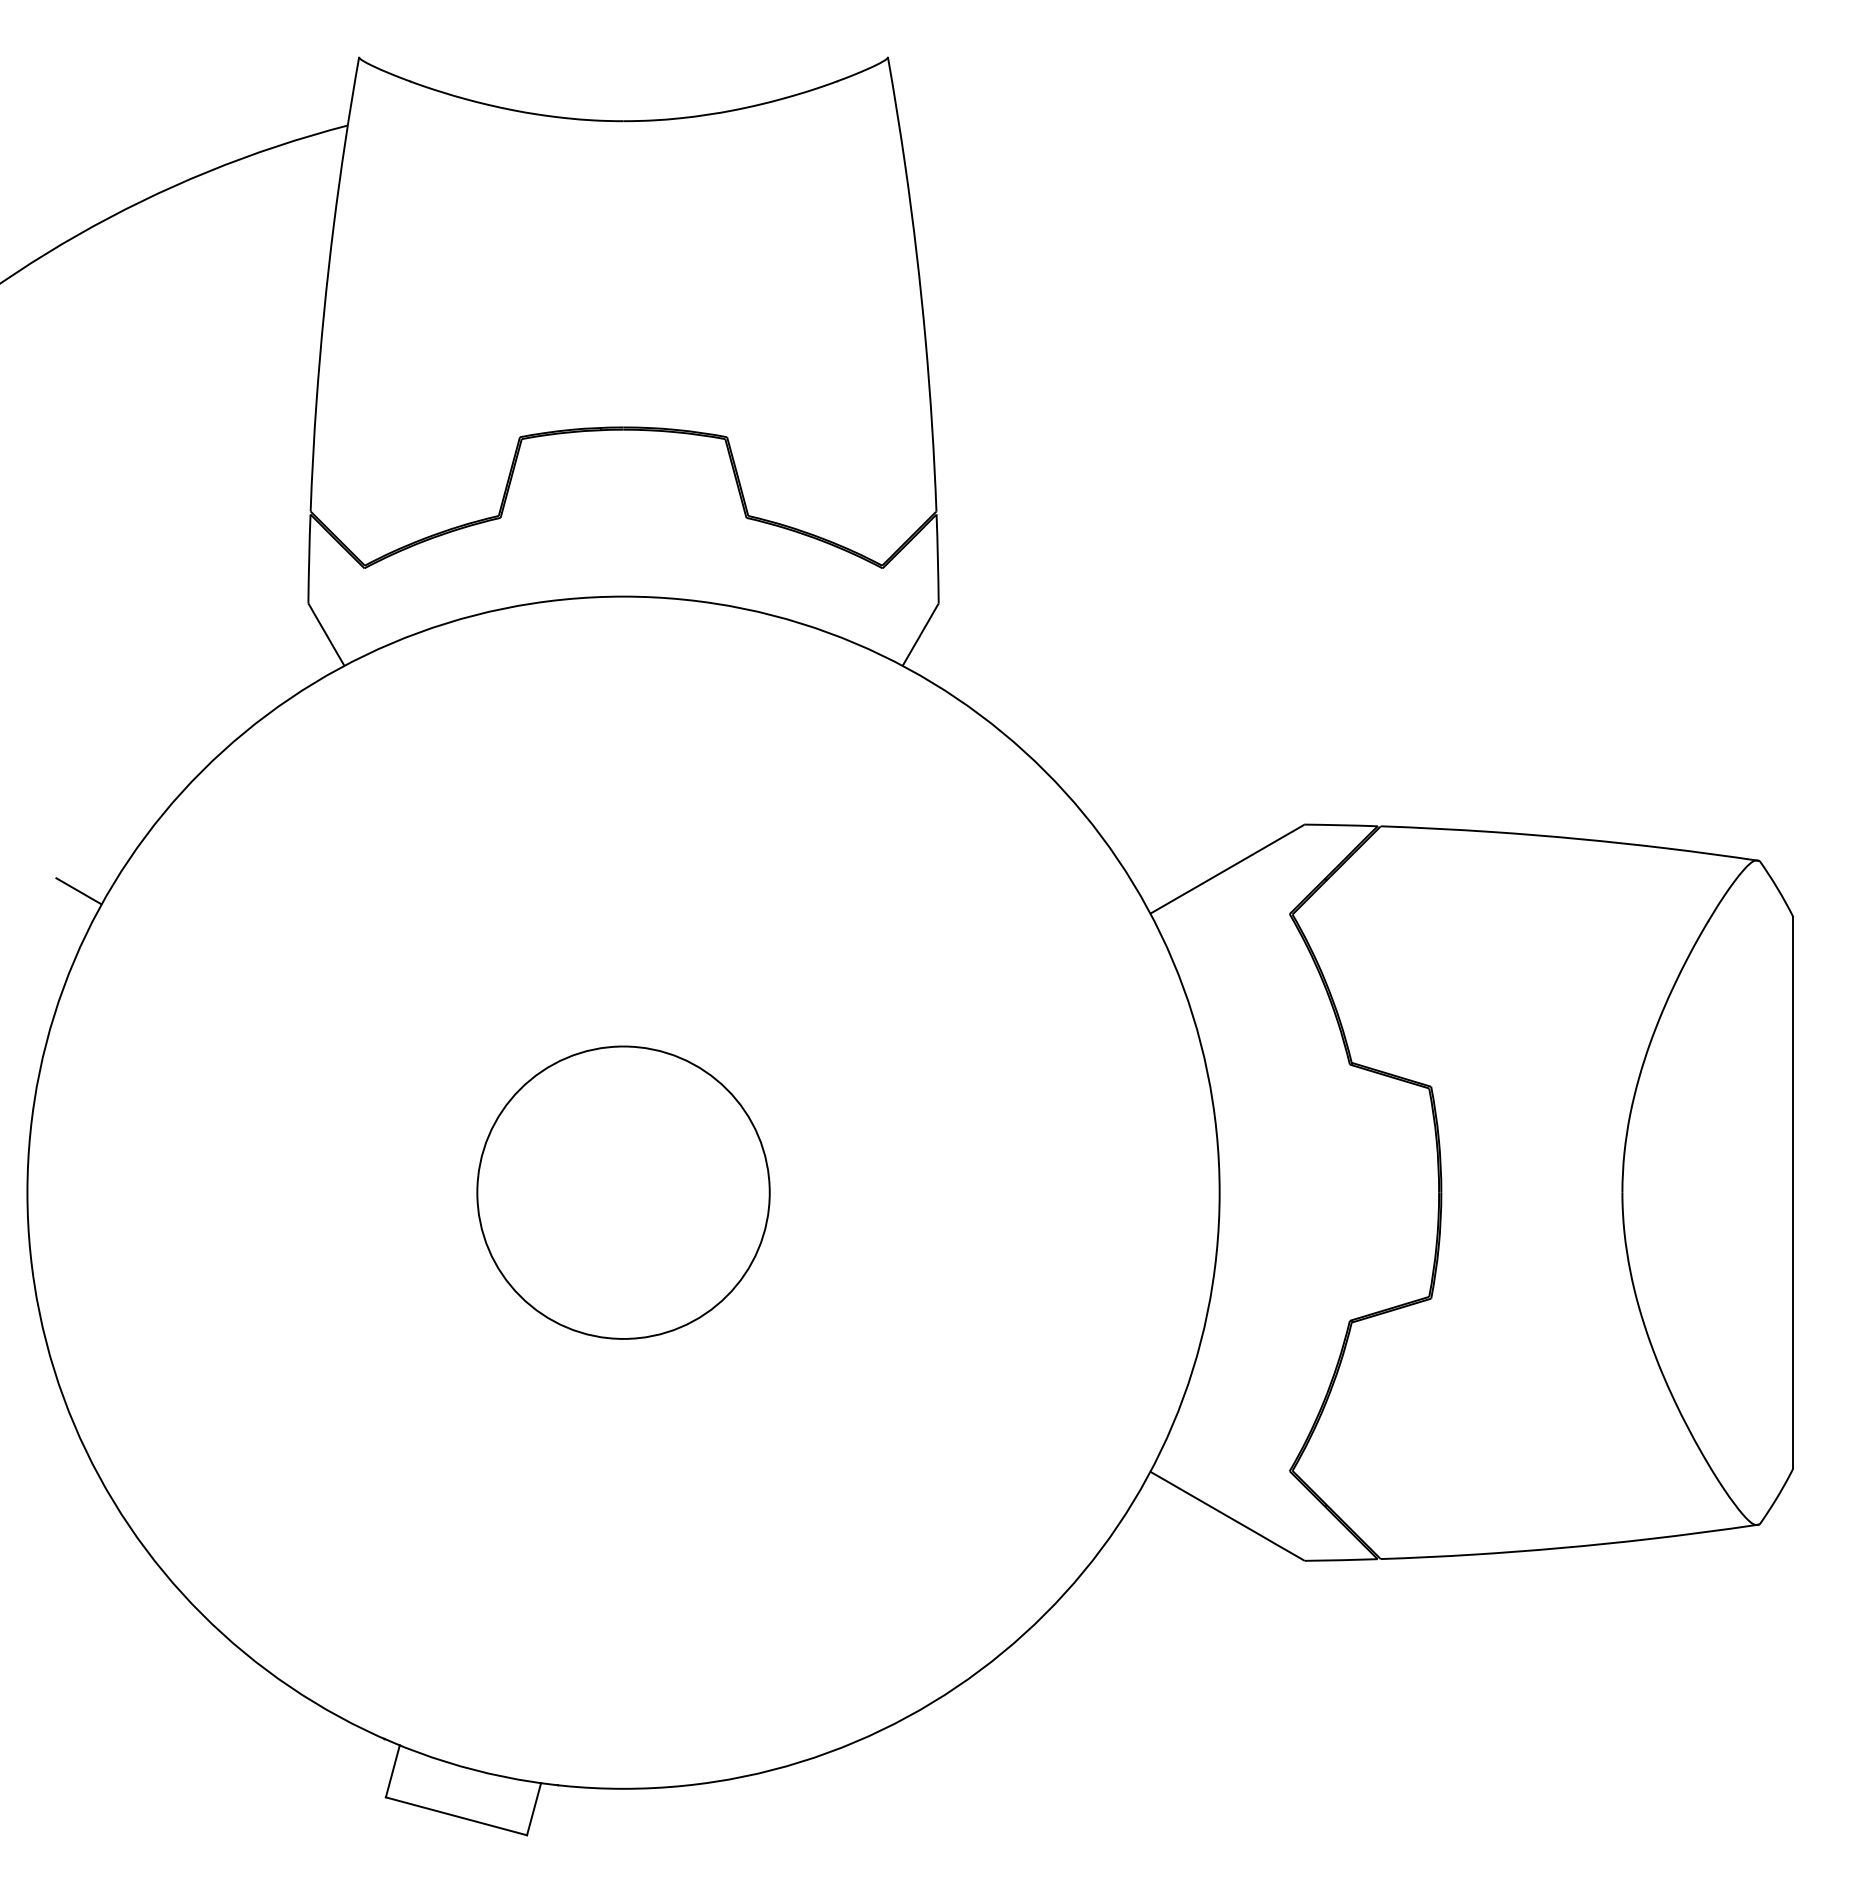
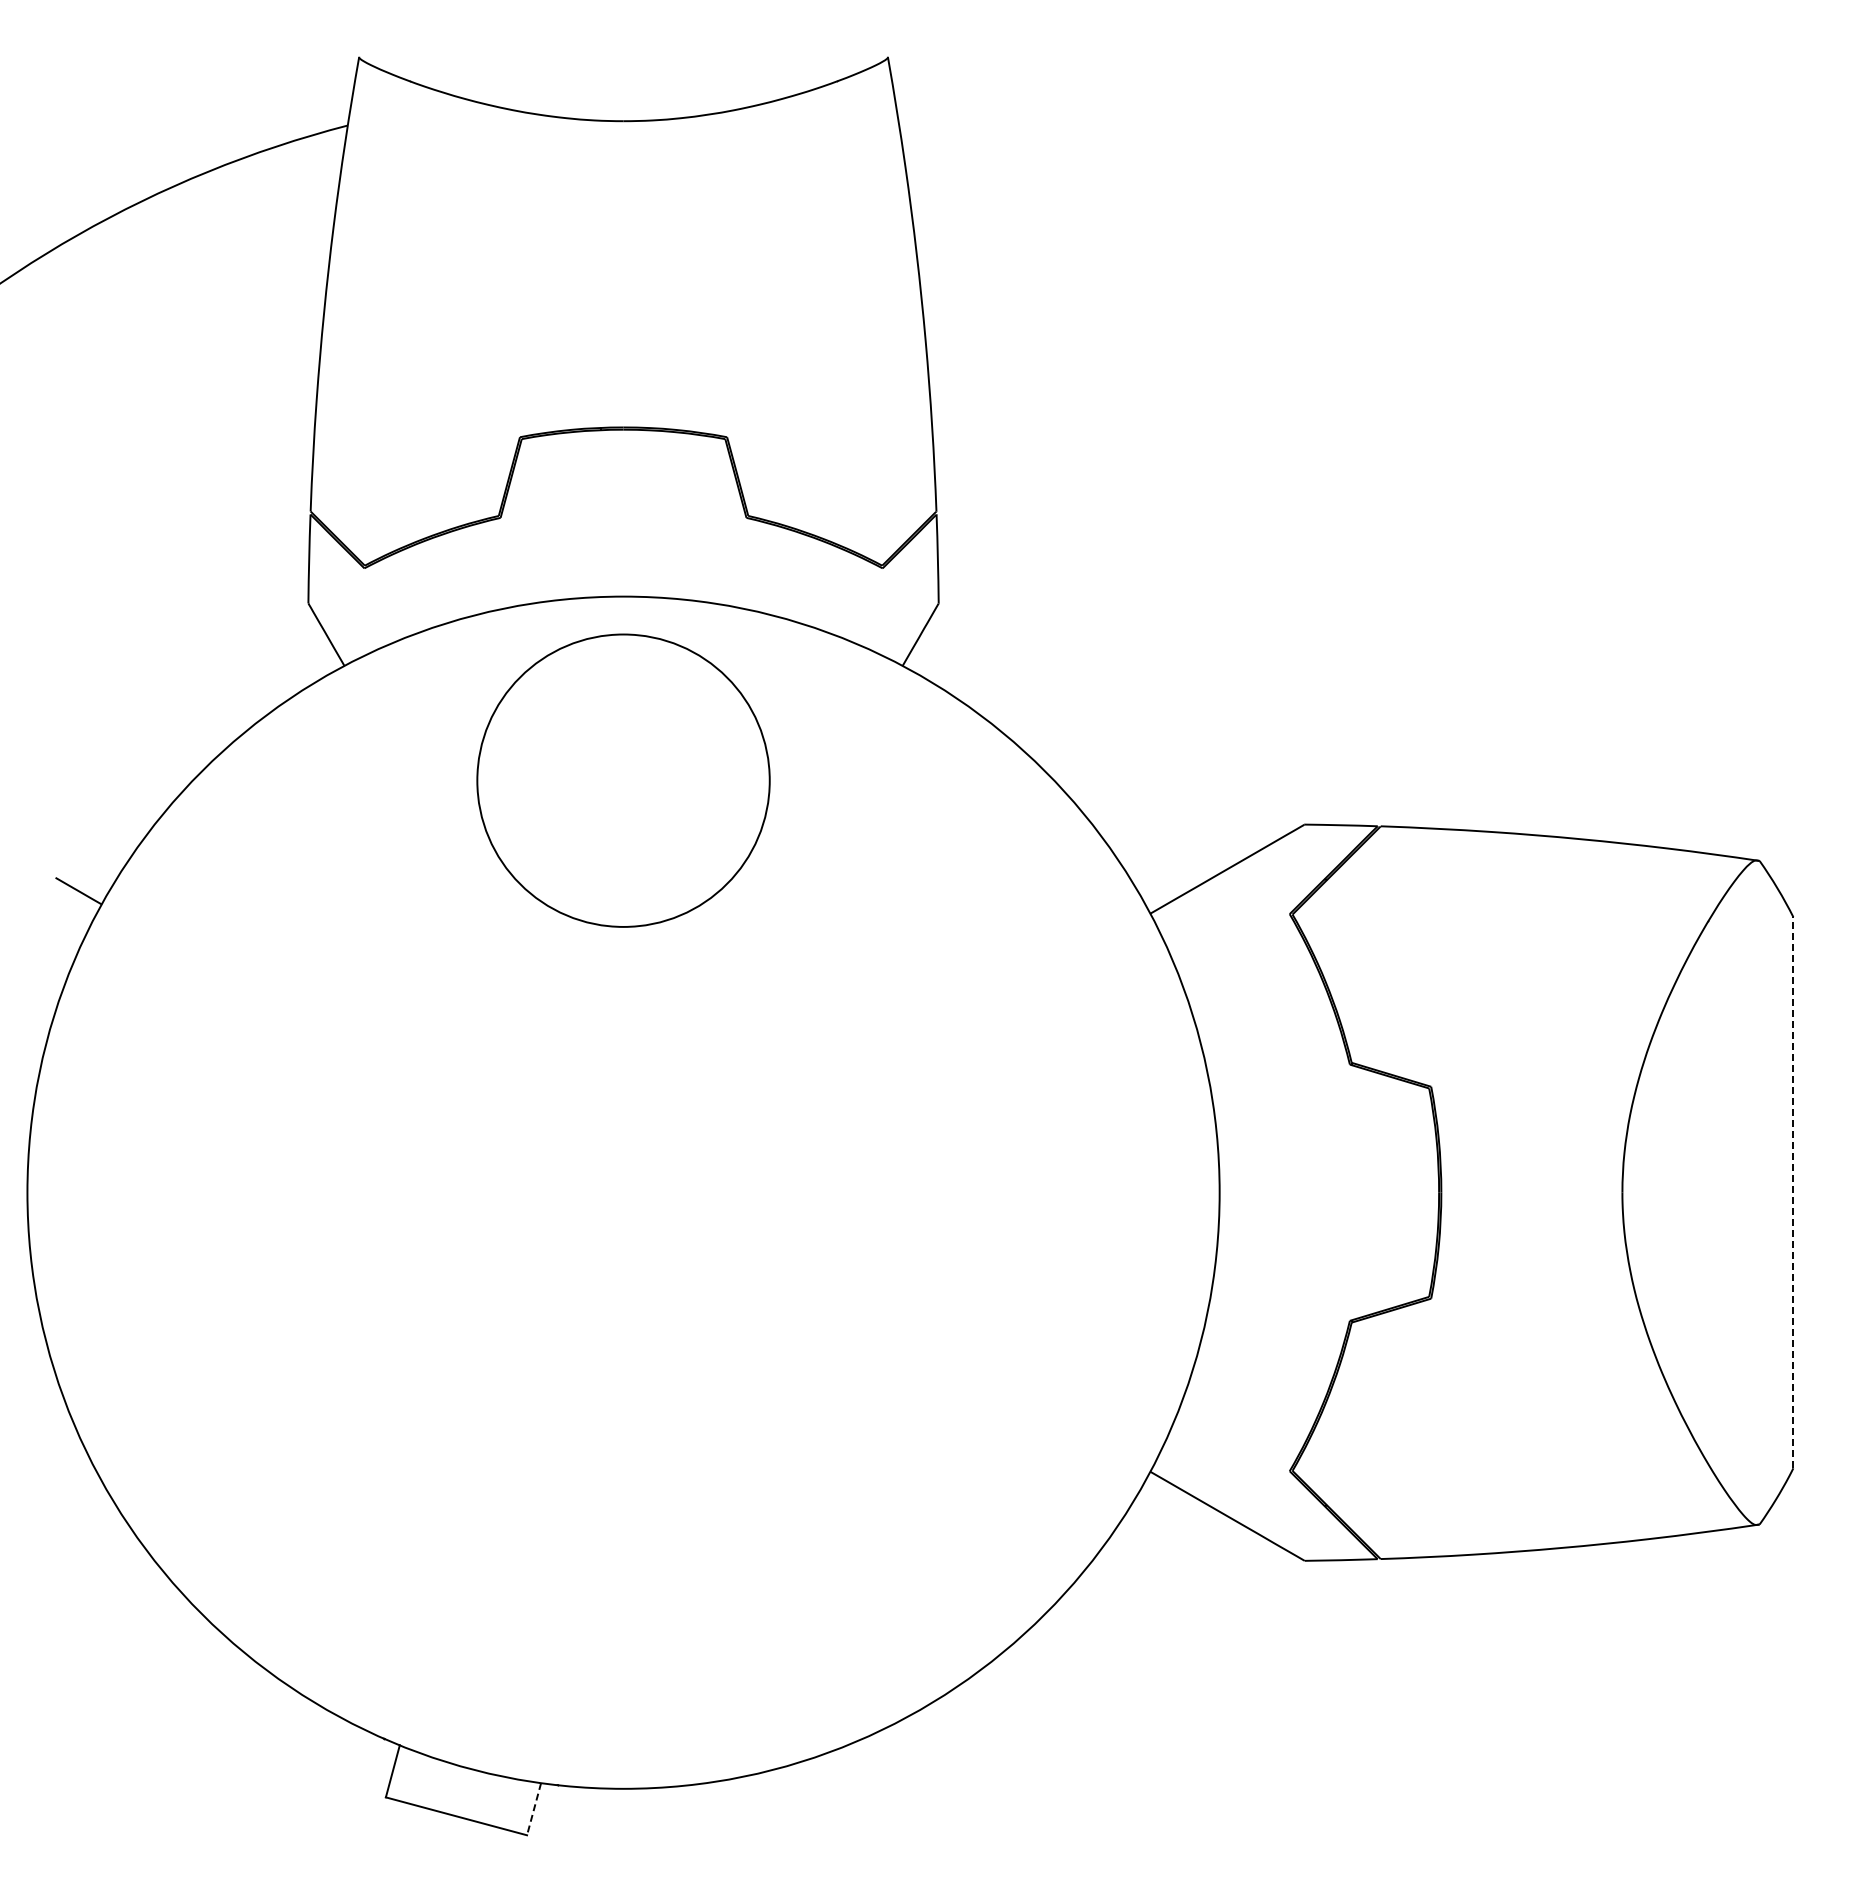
circle at (623, 1192) position: (623, 1192) -> (623, 780)
line at (1793, 1192): solid -> dashed
line at (533, 1809): solid -> dashed
